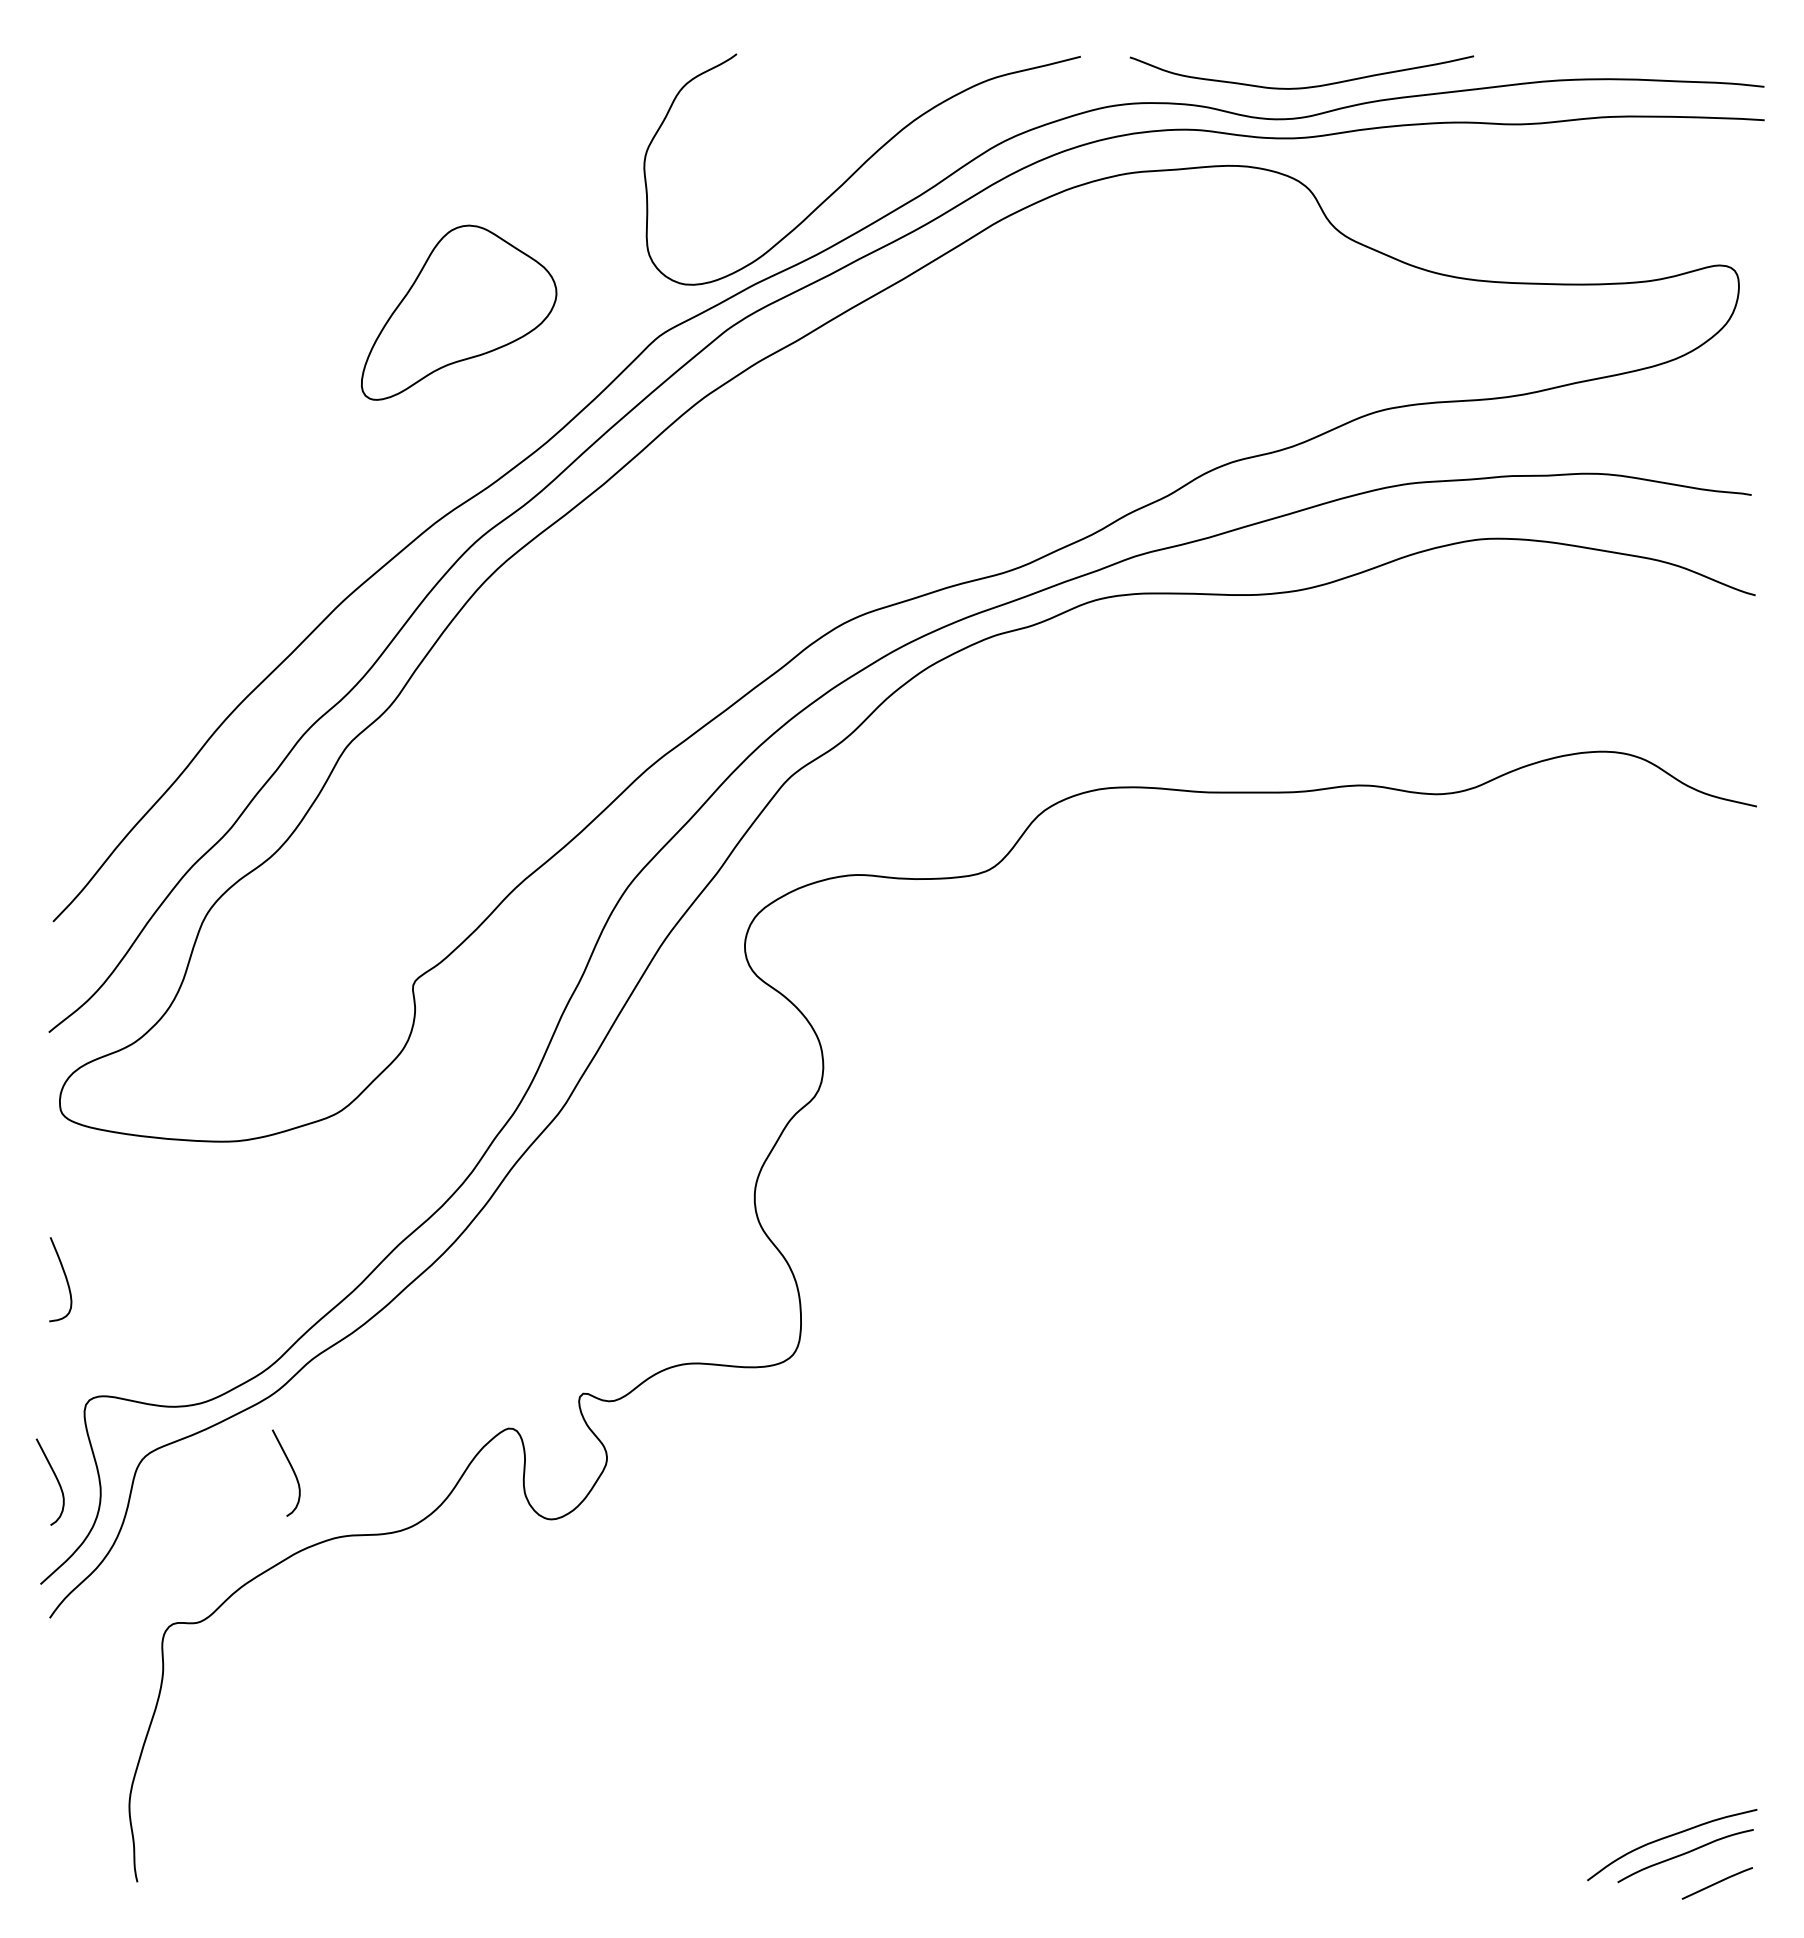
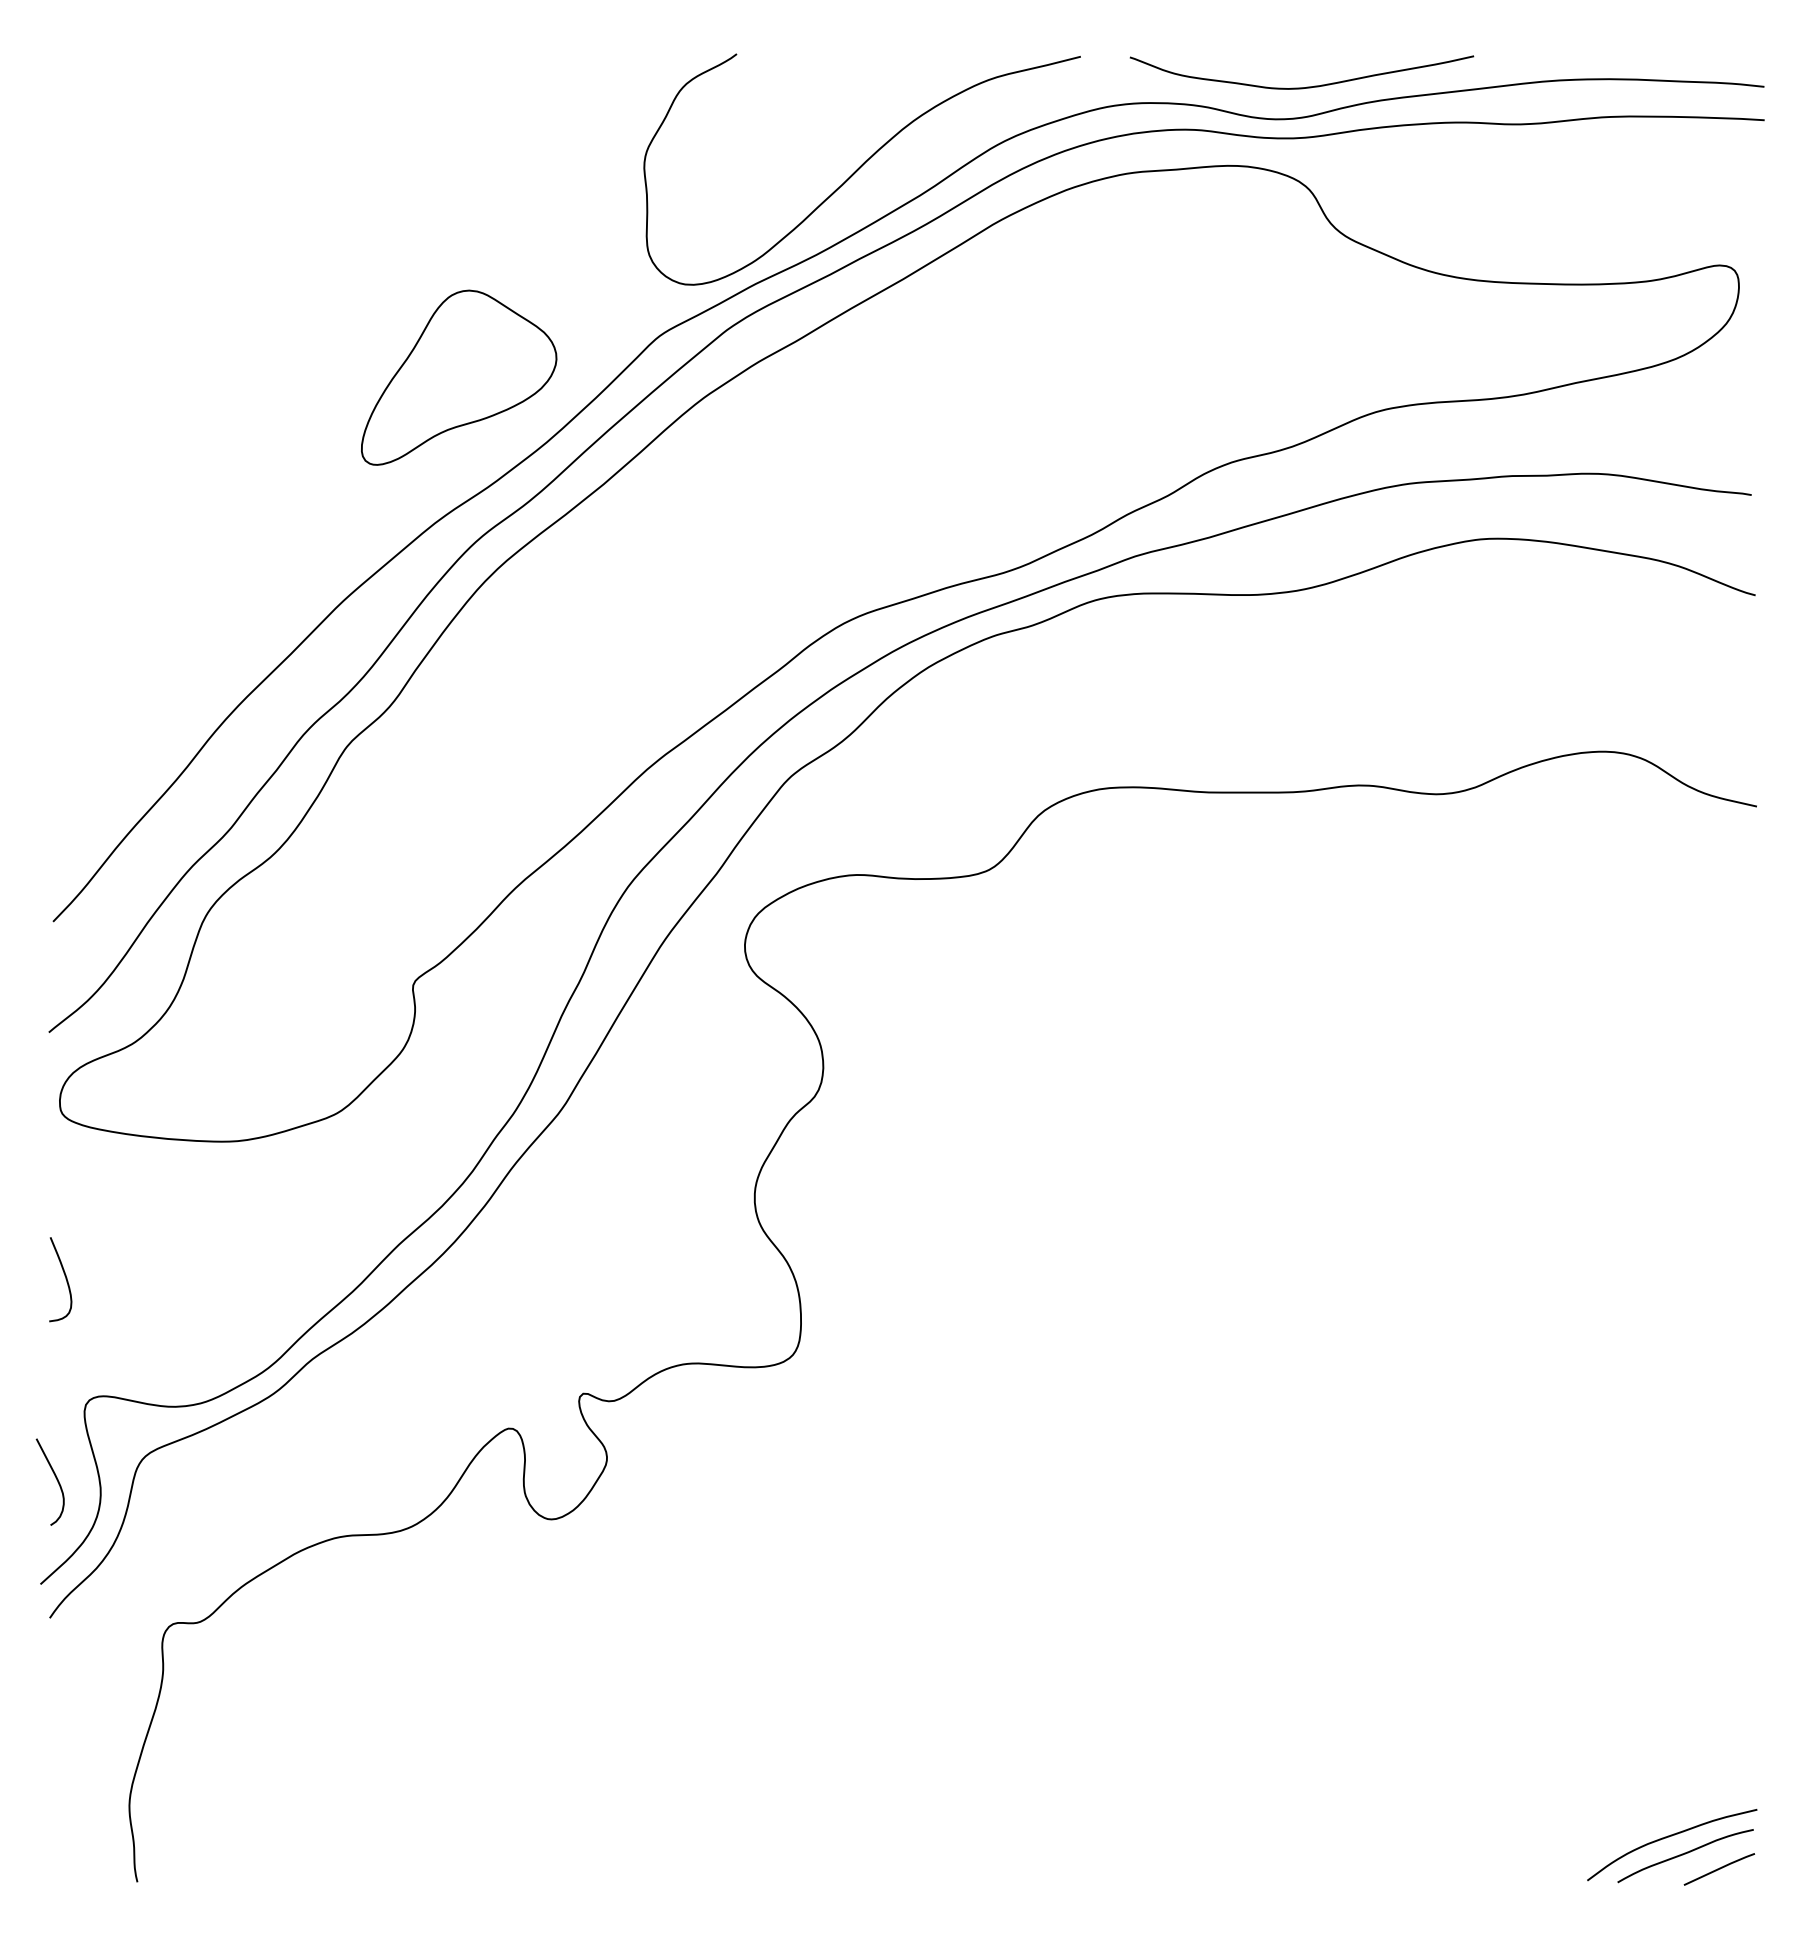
part at (459, 312) position: (459, 312) -> (459, 377)
curve at (291, 1469): present -> none
line at (1716, 1883) position: (1716, 1883) -> (1718, 1869)
